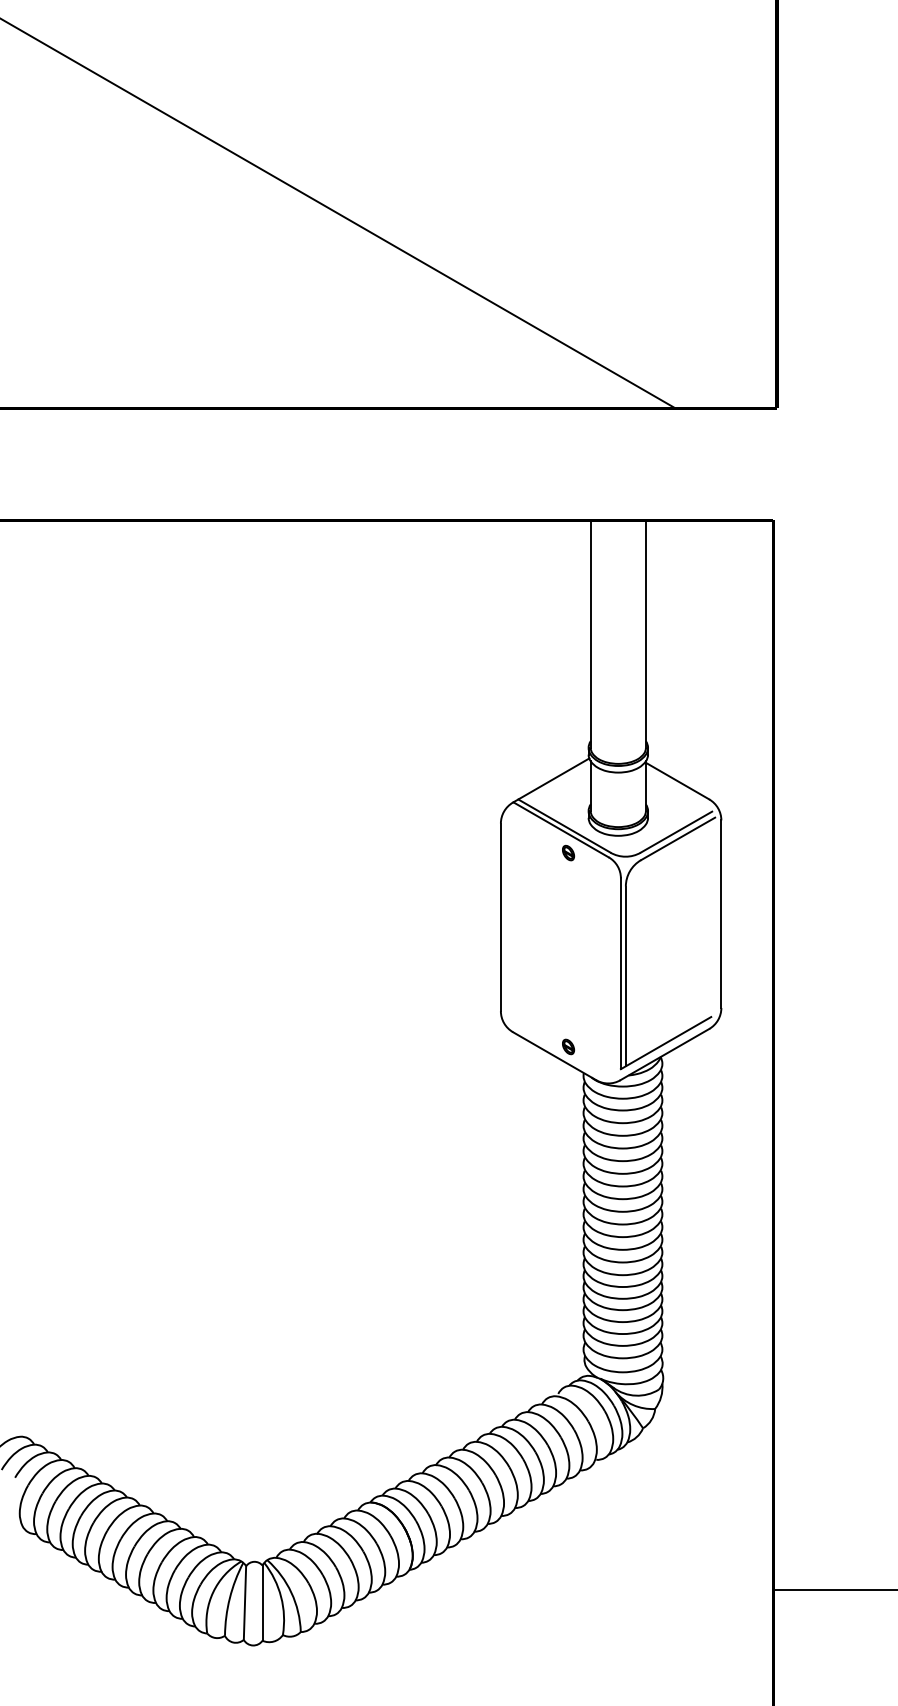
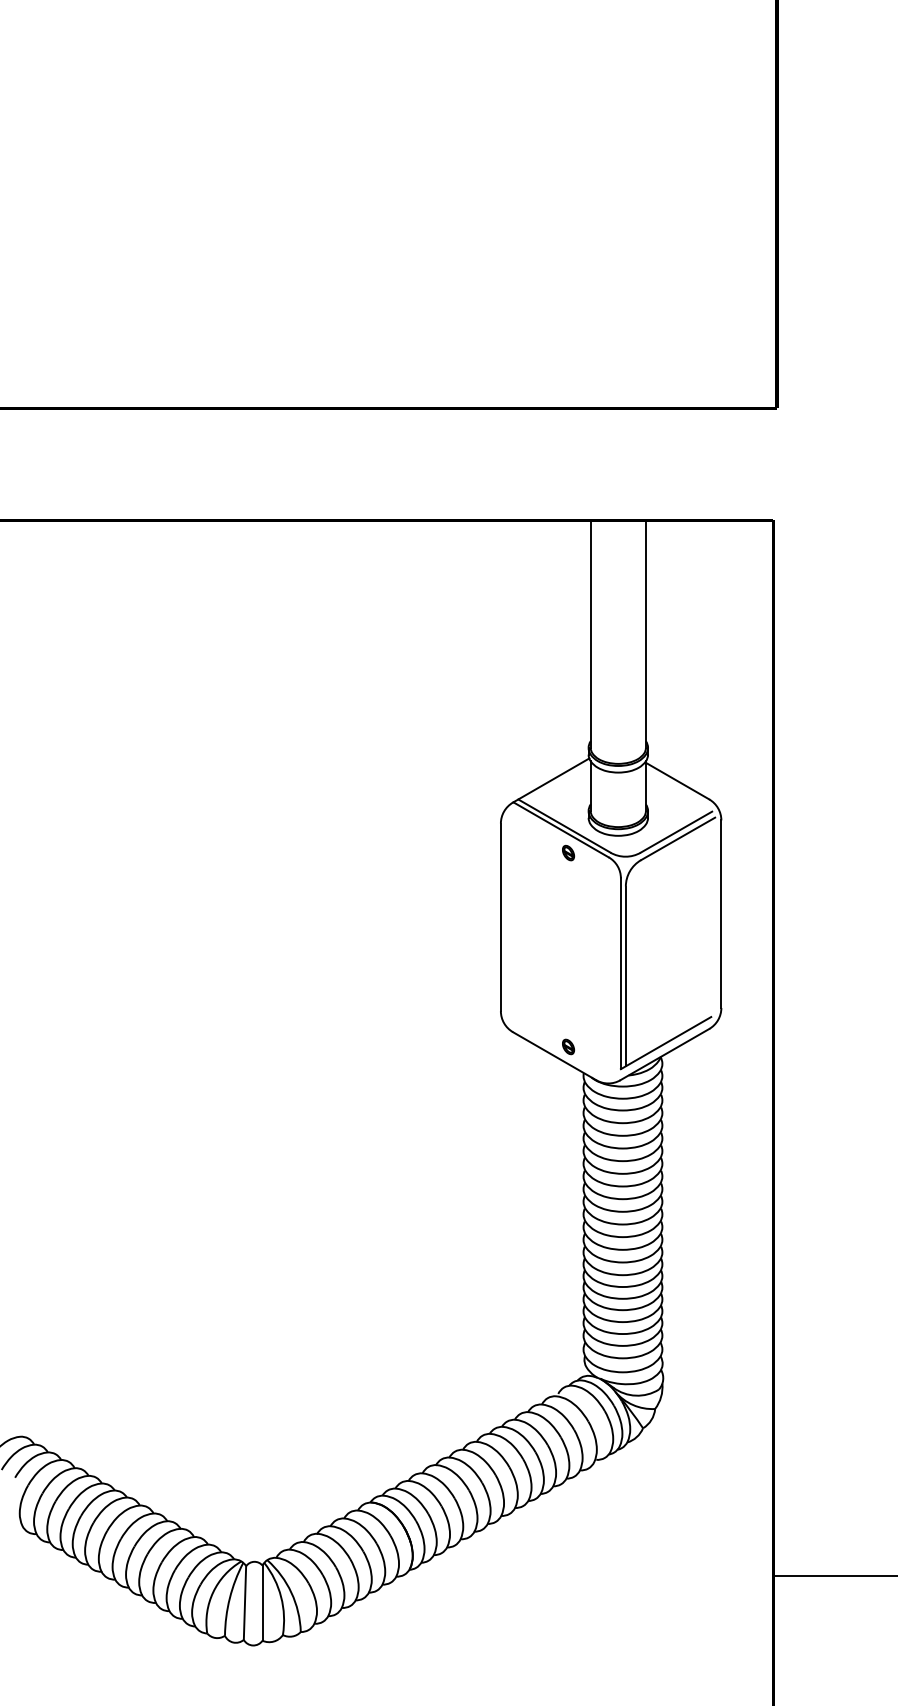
line at (338, 213): present -> none
line at (833, 1589) position: (833, 1589) -> (833, 1575)
